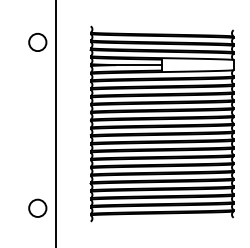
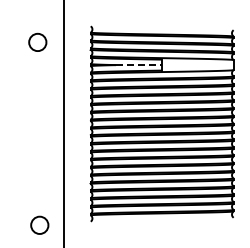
line at (139, 65): solid -> dashed
line at (56, 123) position: (56, 123) -> (64, 123)
circle at (37, 207) position: (37, 207) -> (39, 224)
